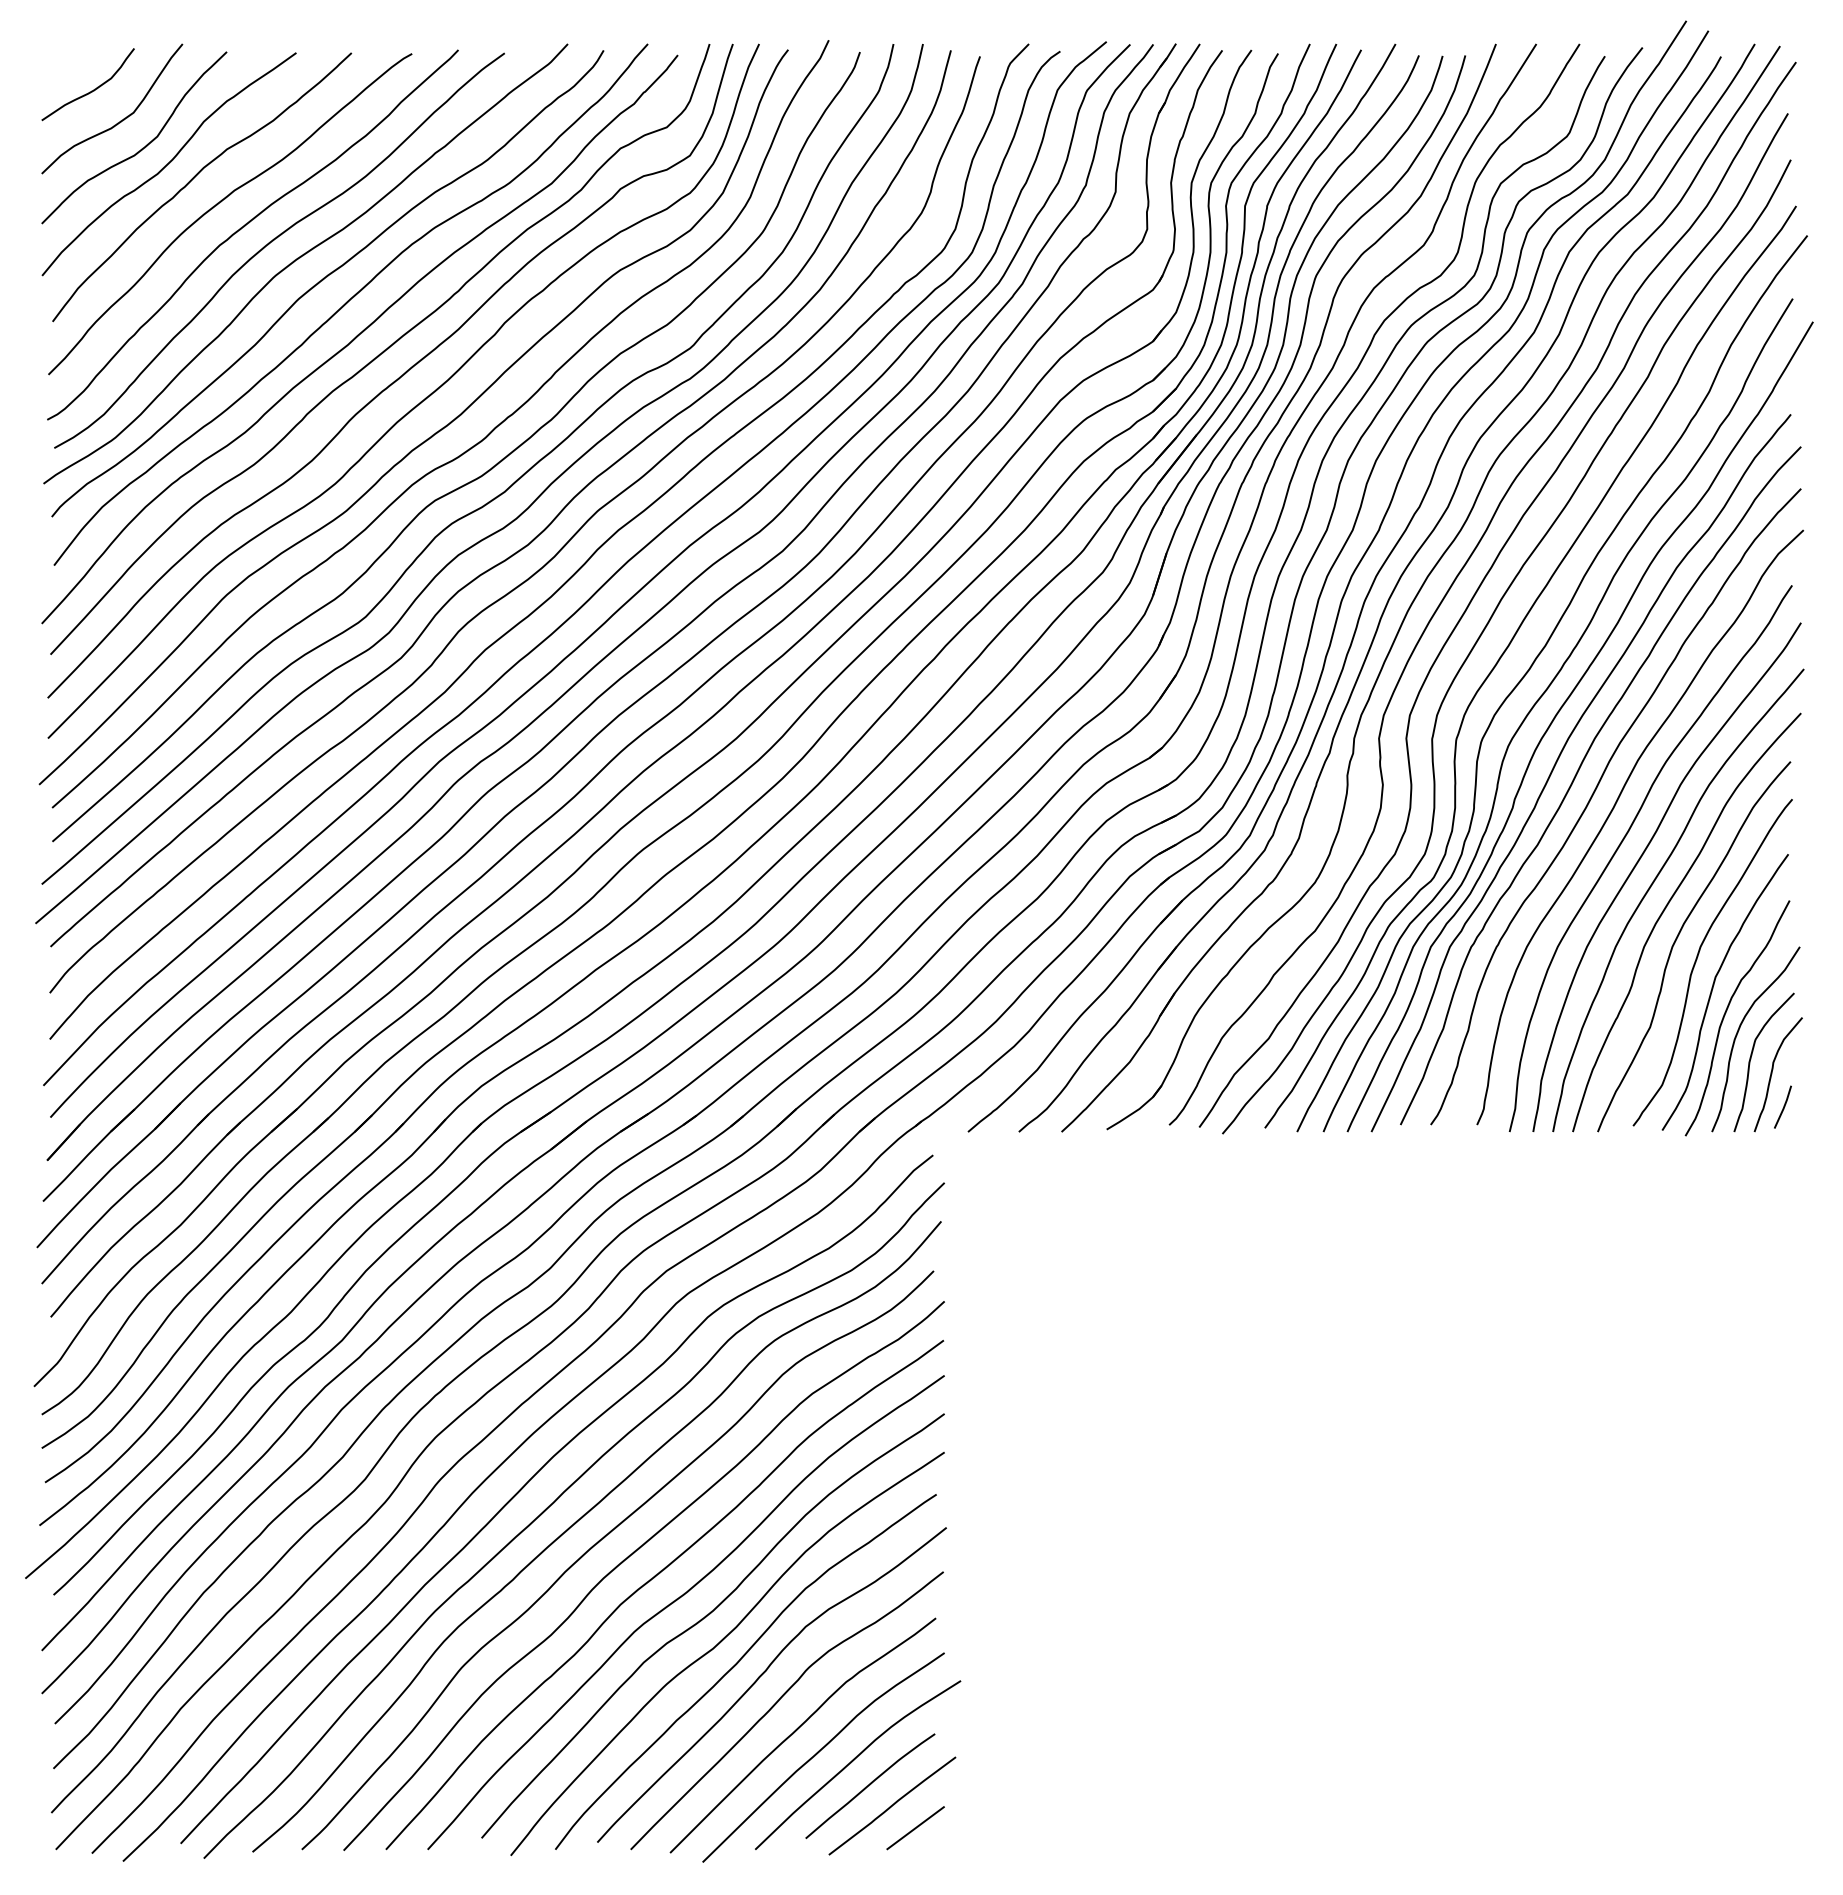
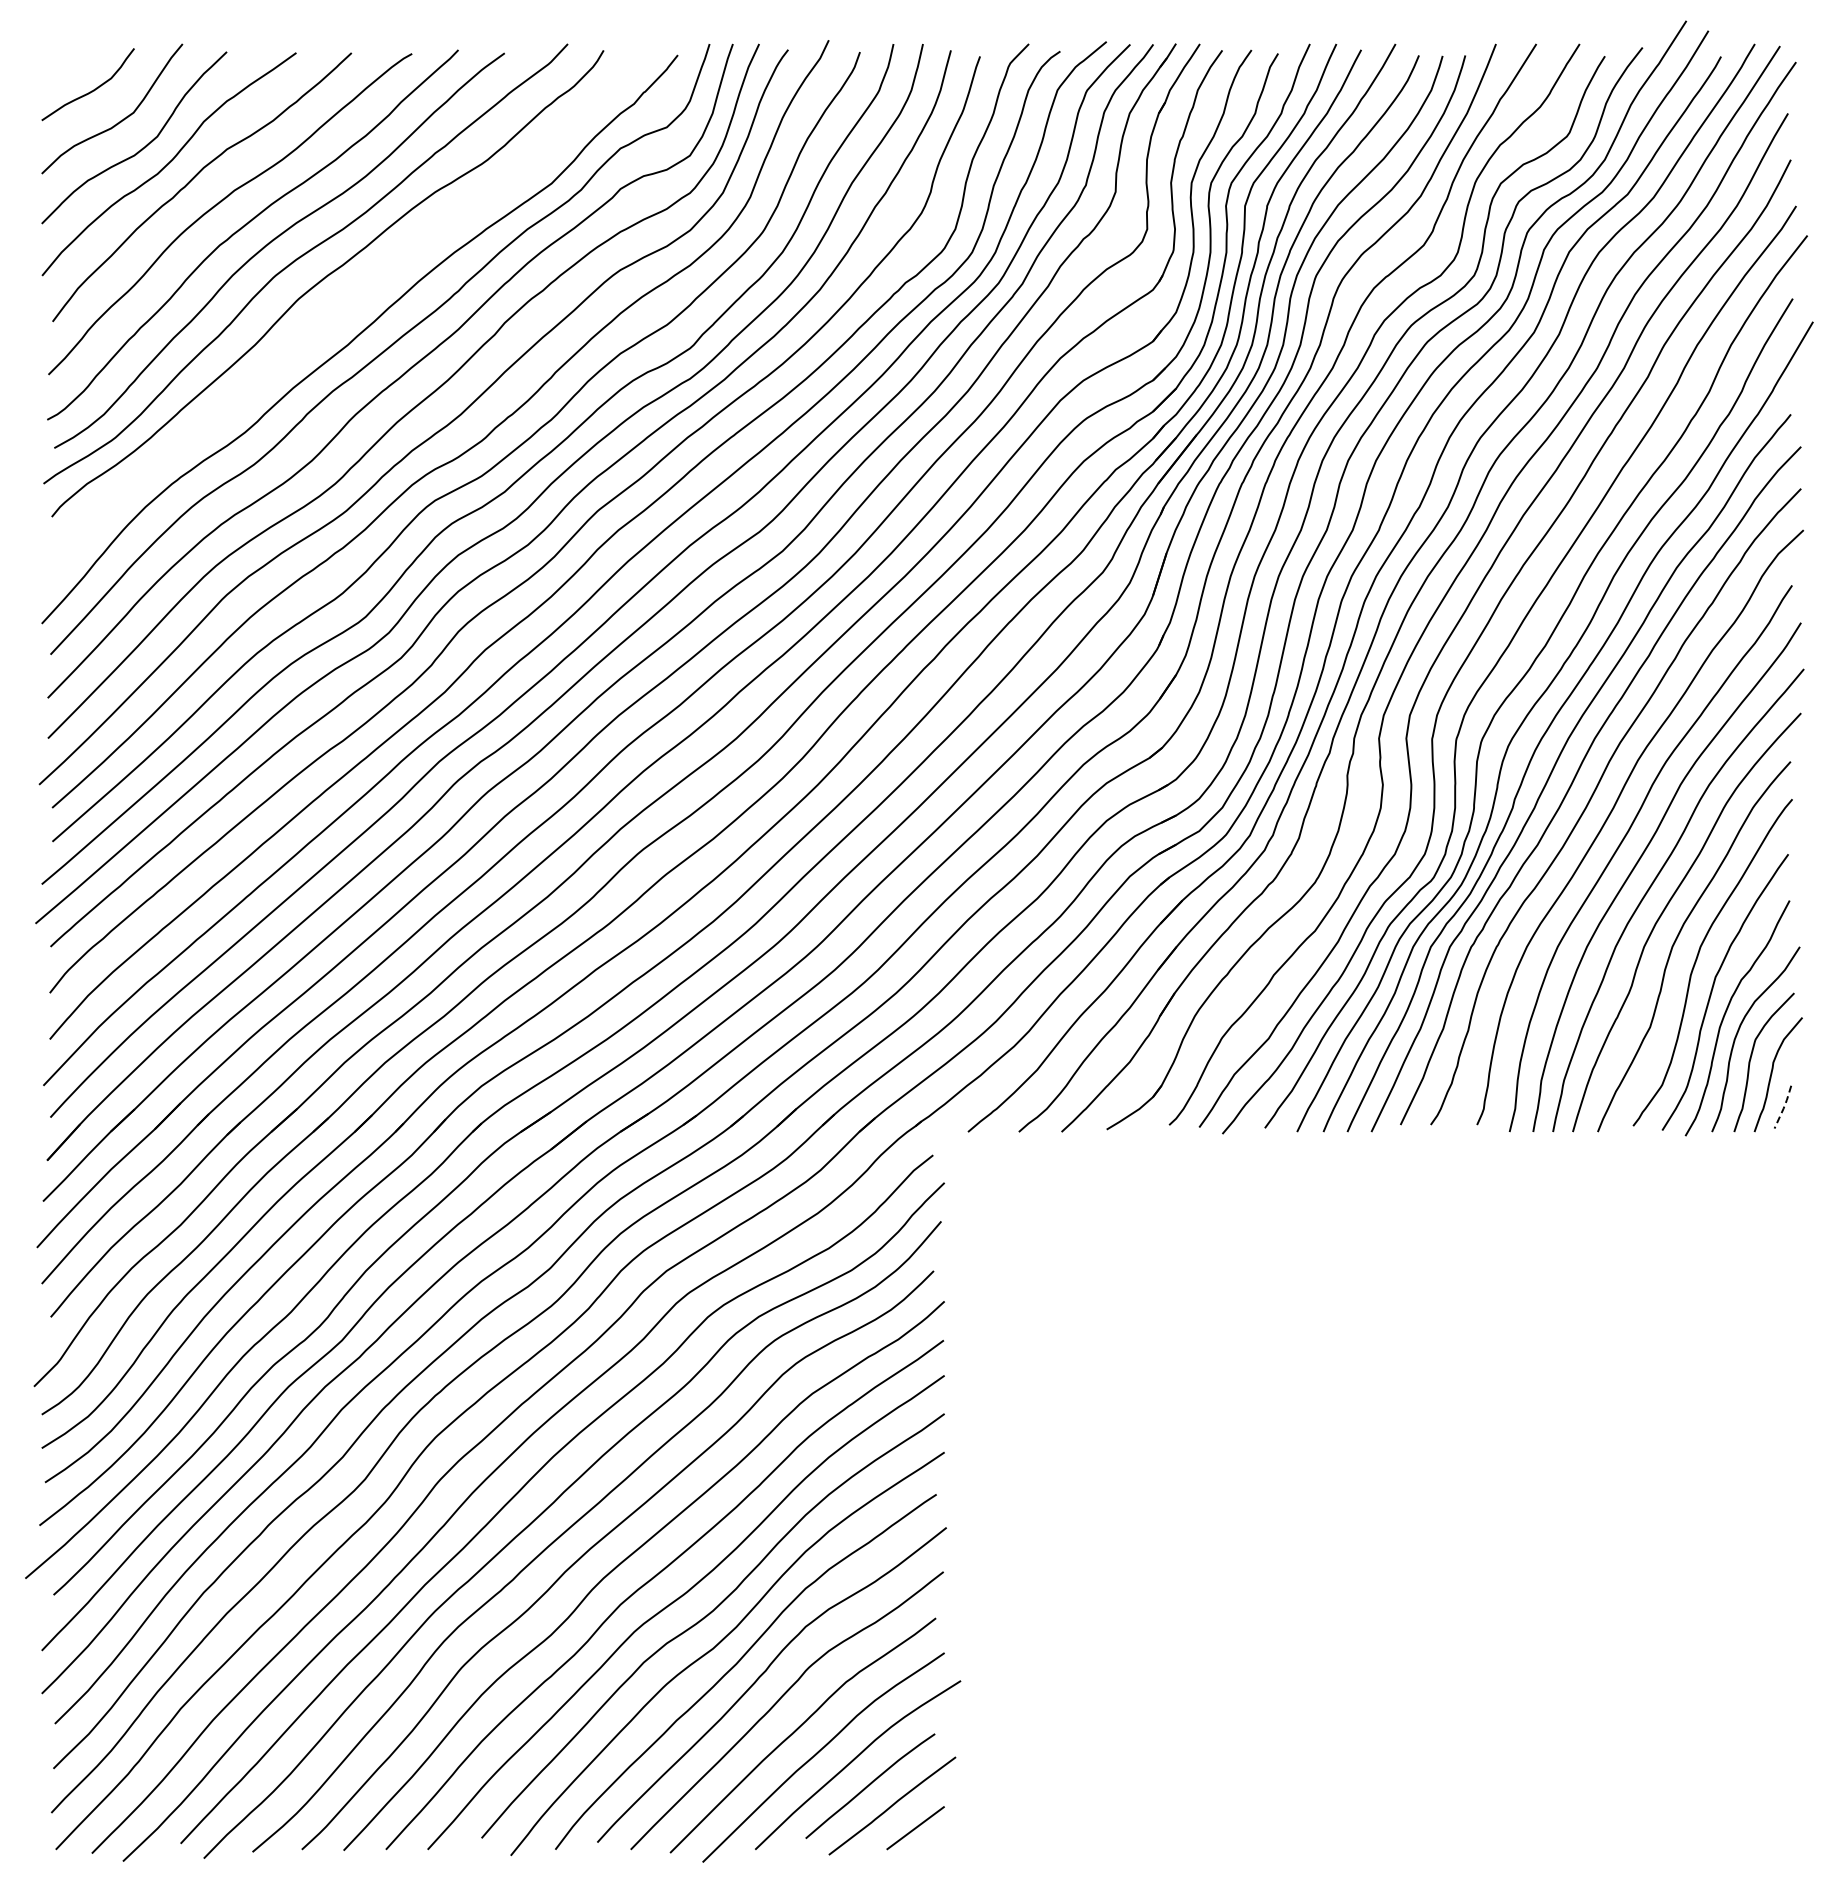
curve at (348, 302): present -> none
line at (1783, 1108): solid -> dashed
